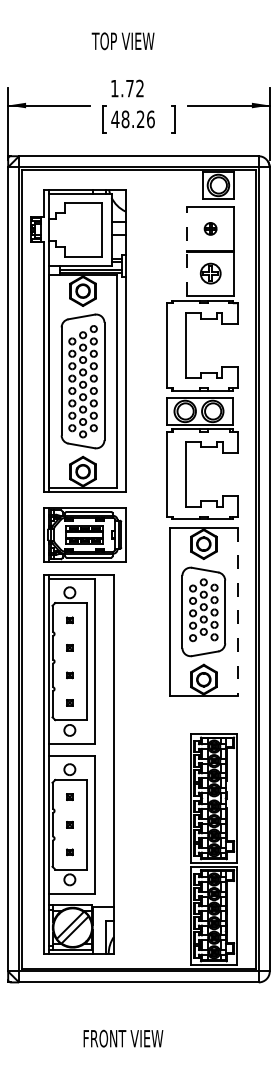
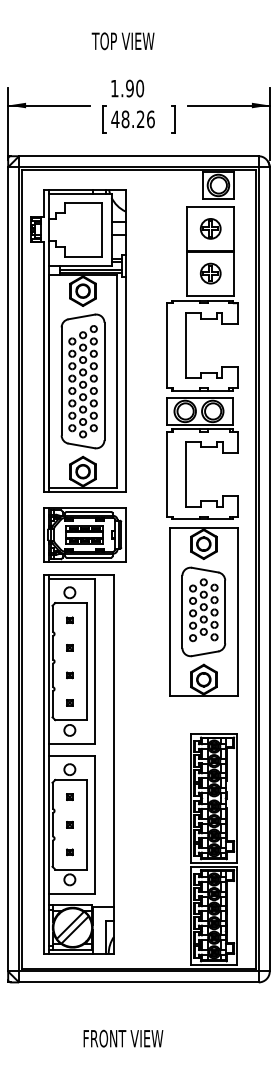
text at (135, 88): 1.72 -> 1.90
part at (210, 228) size: 15x14 px -> 23x22 px
line at (187, 250): dashed -> solid
line at (237, 612): dashed -> solid
